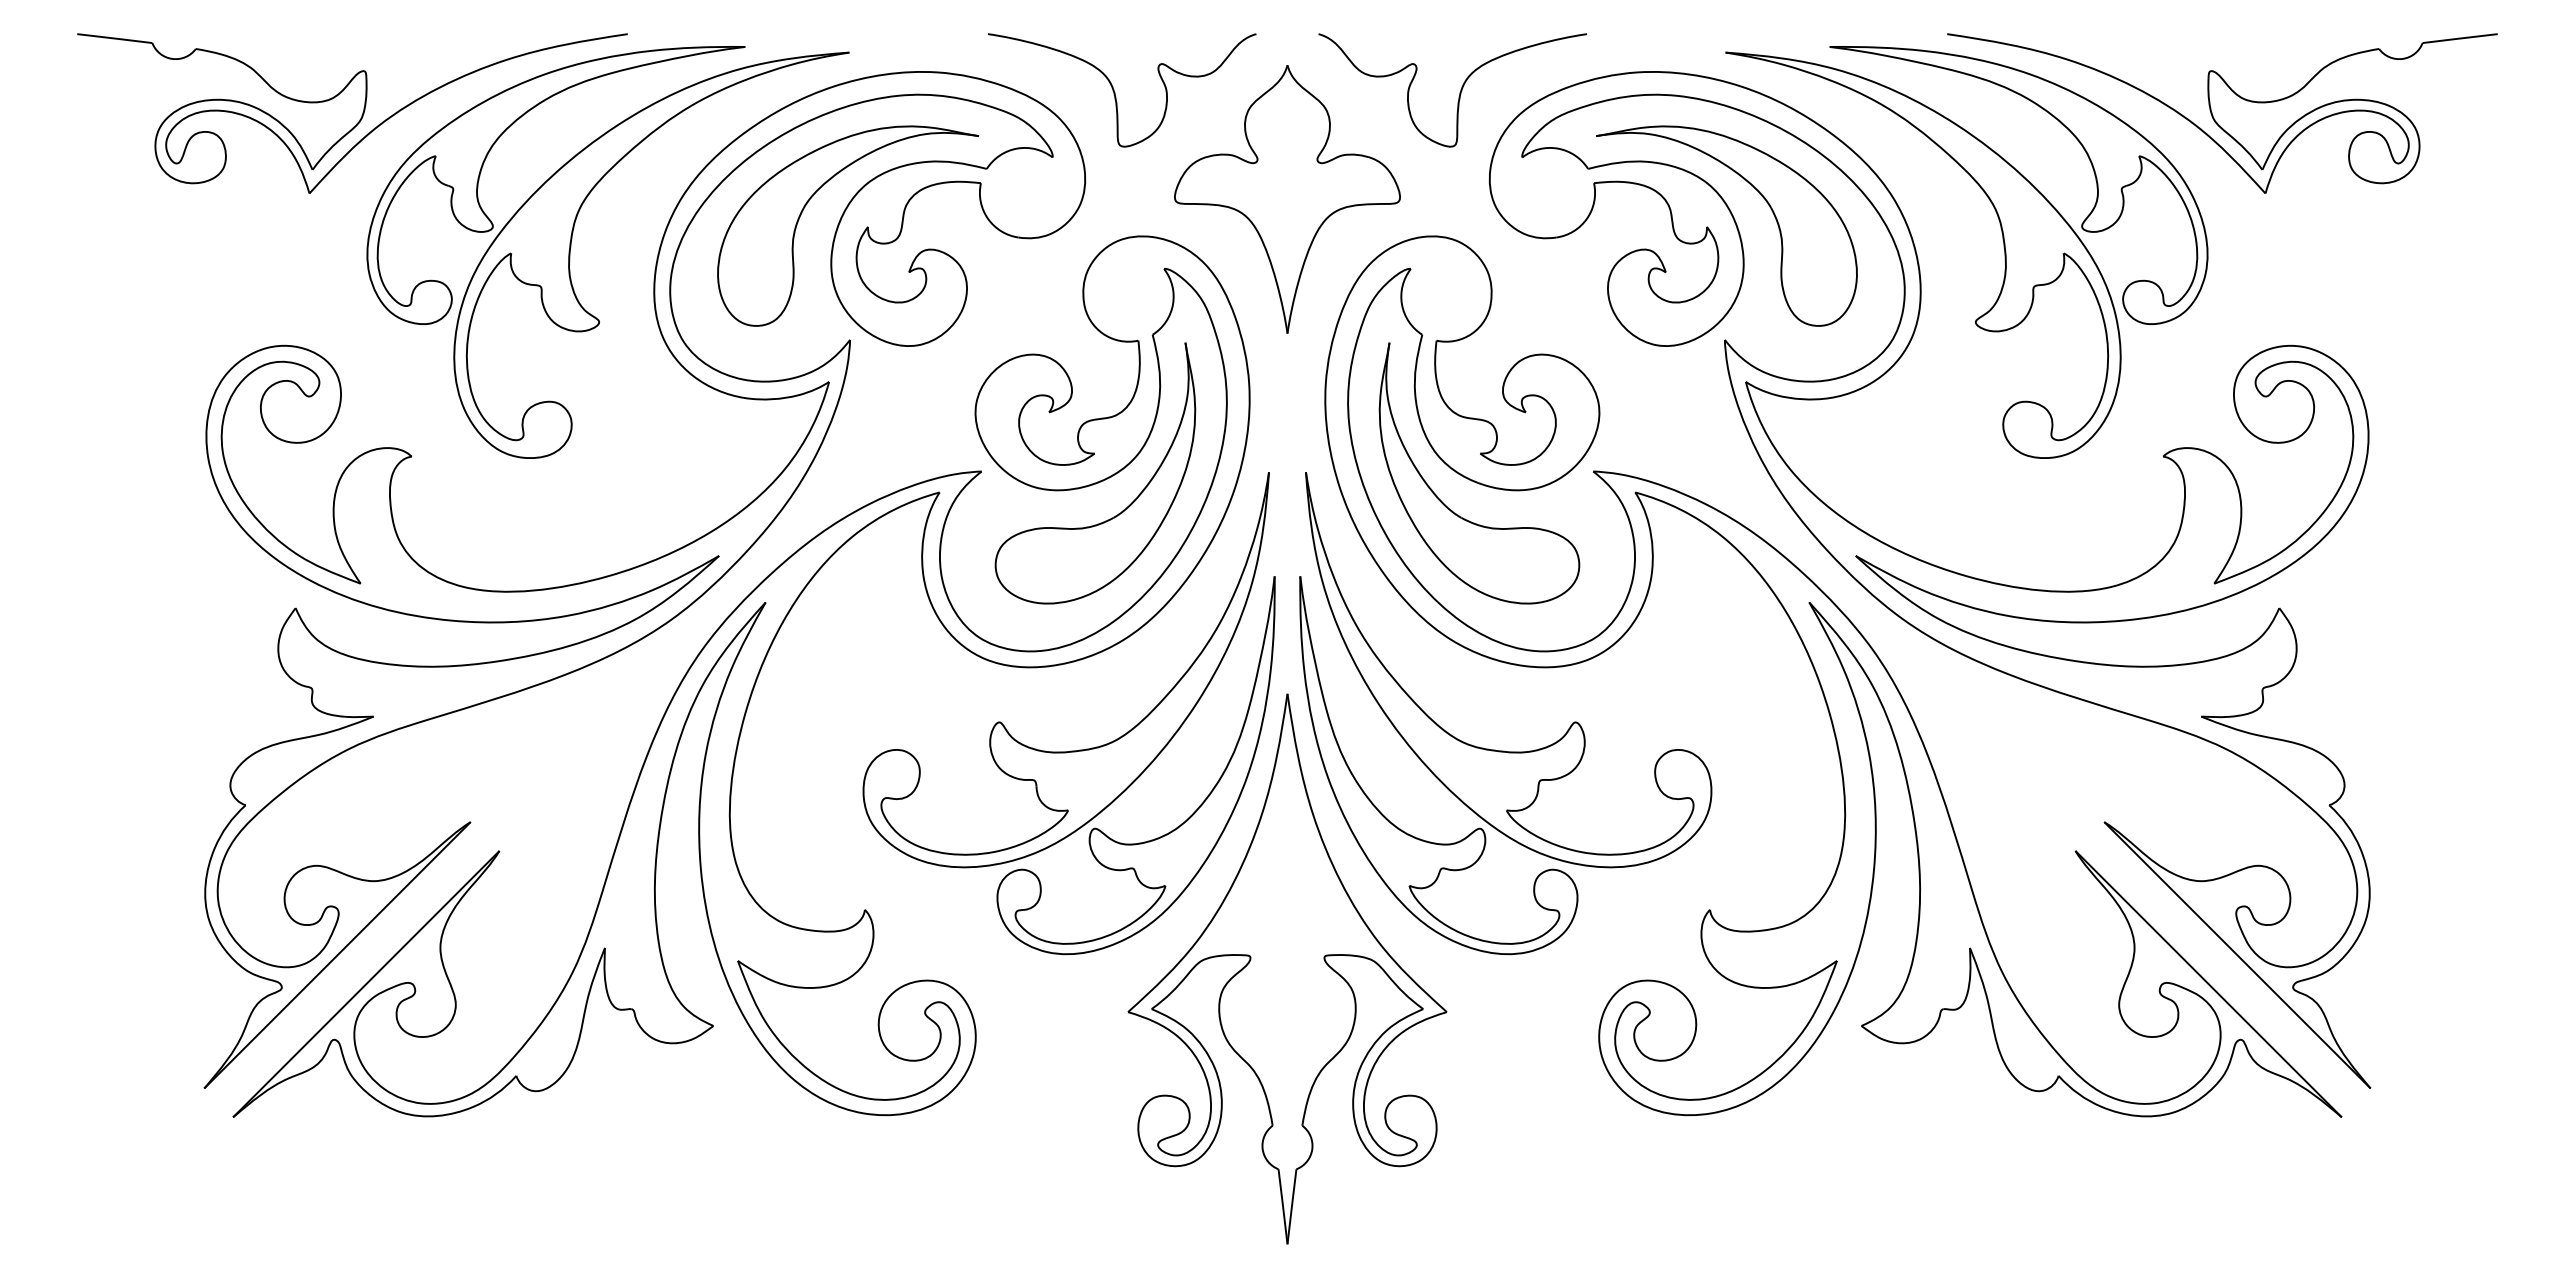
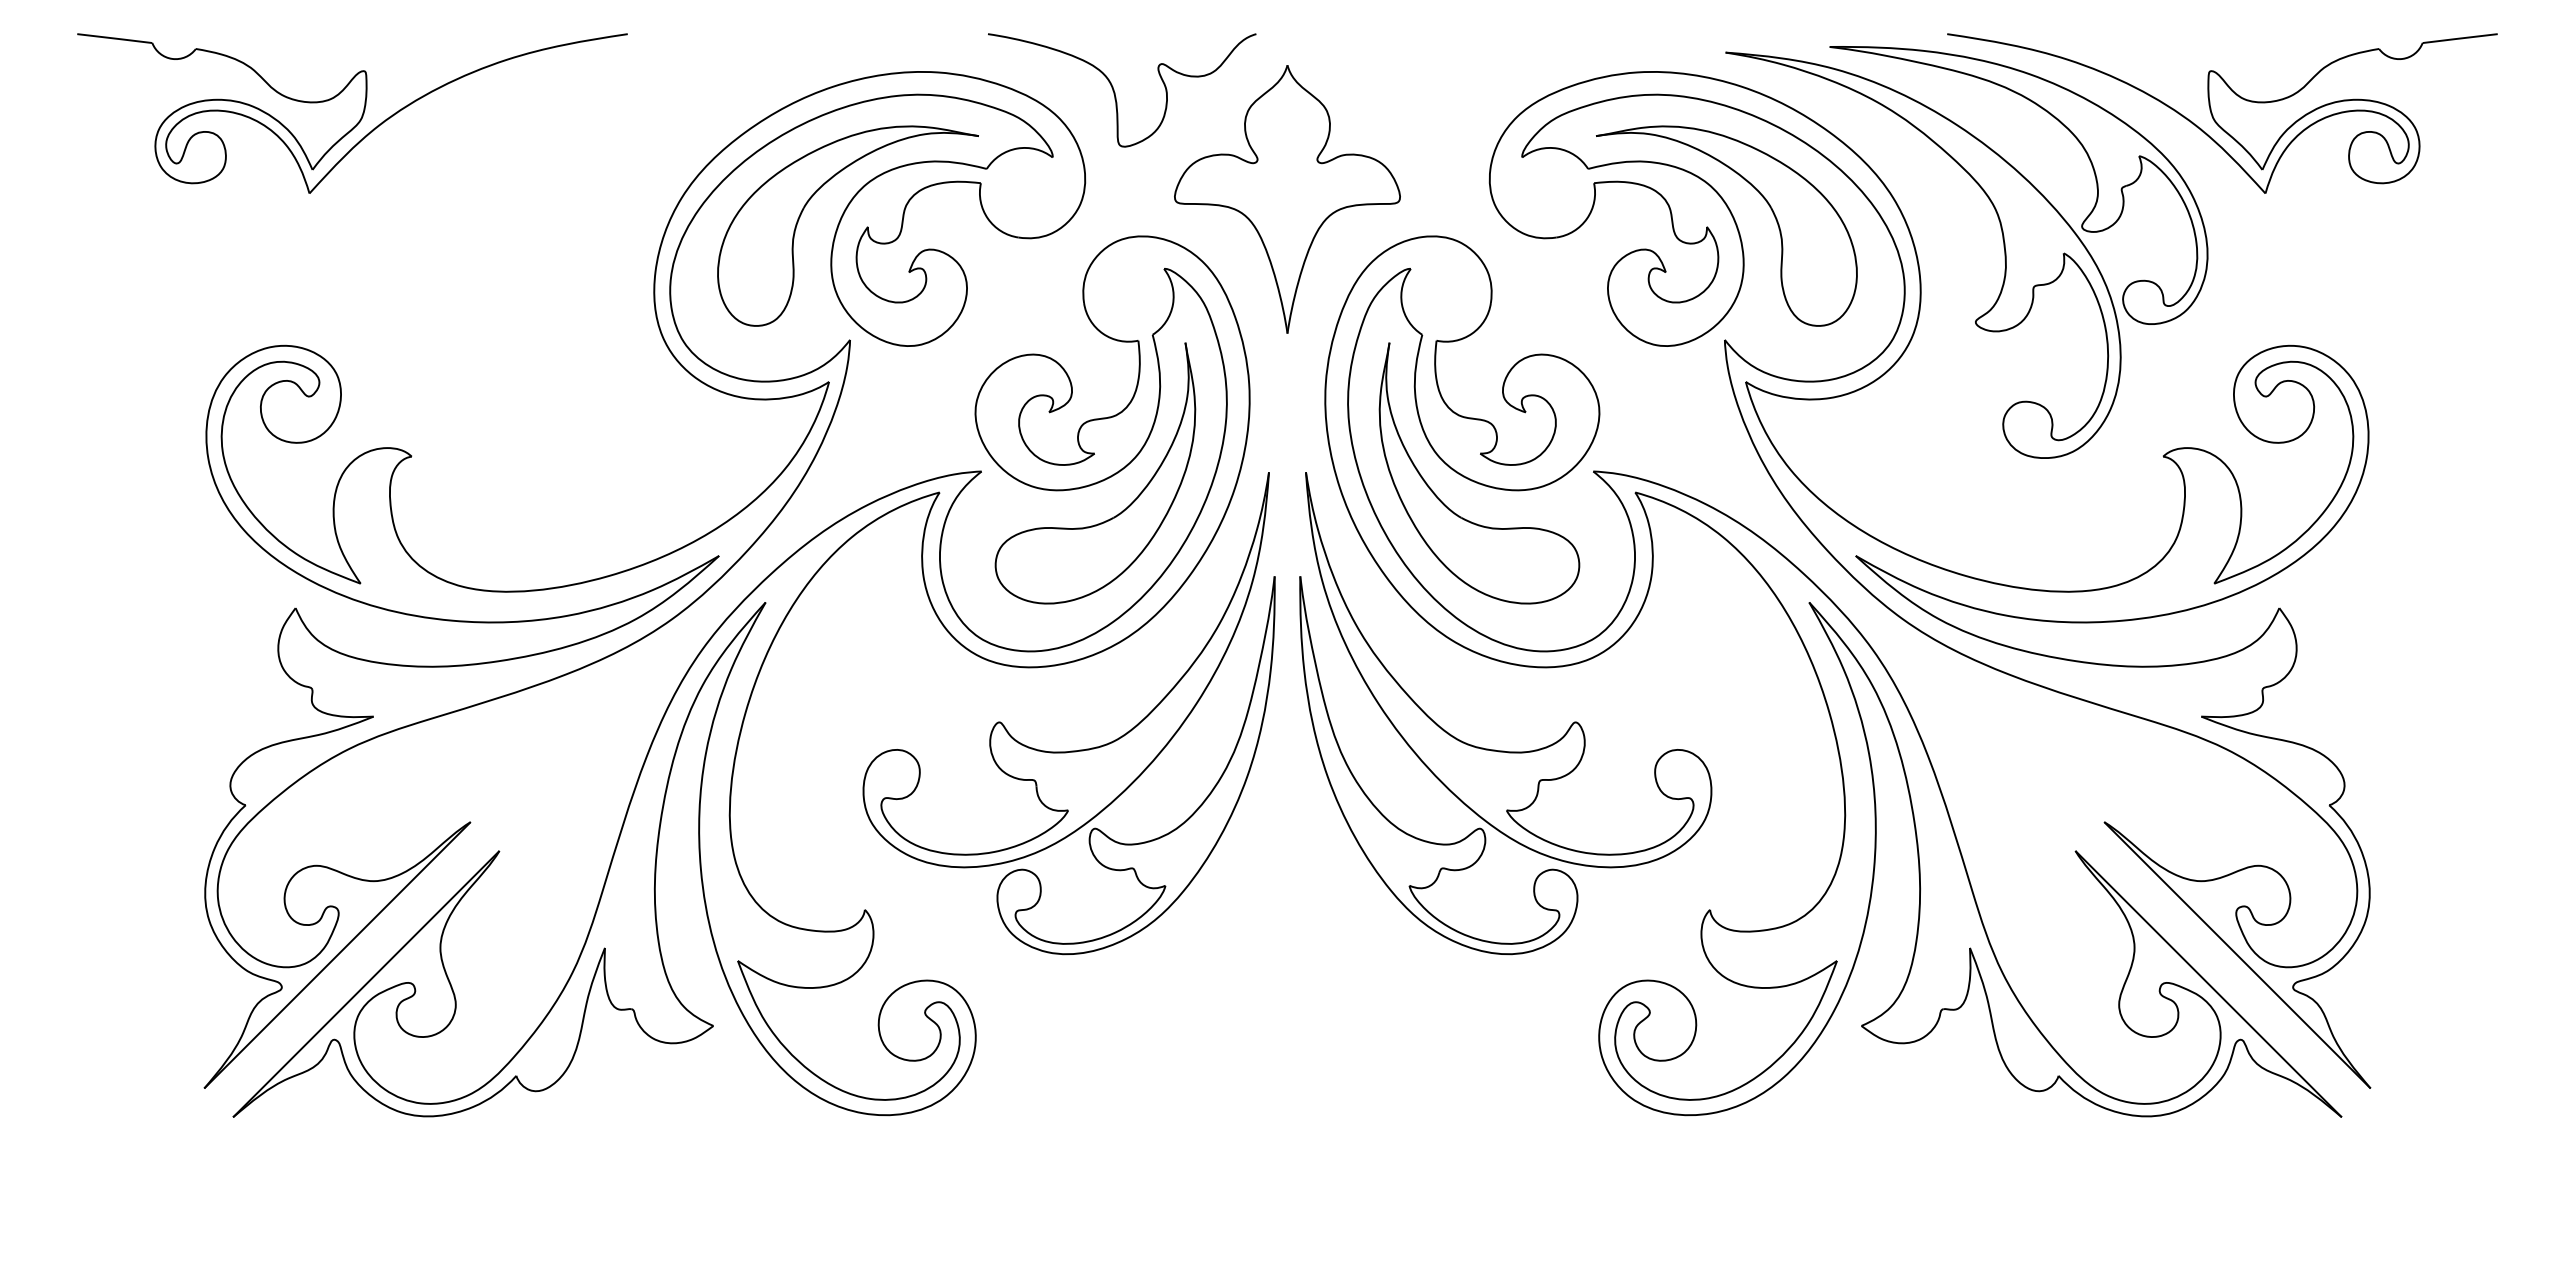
curve at (1459, 92): present -> none
part at (571, 247): present -> none
part at (1287, 968): present -> none
